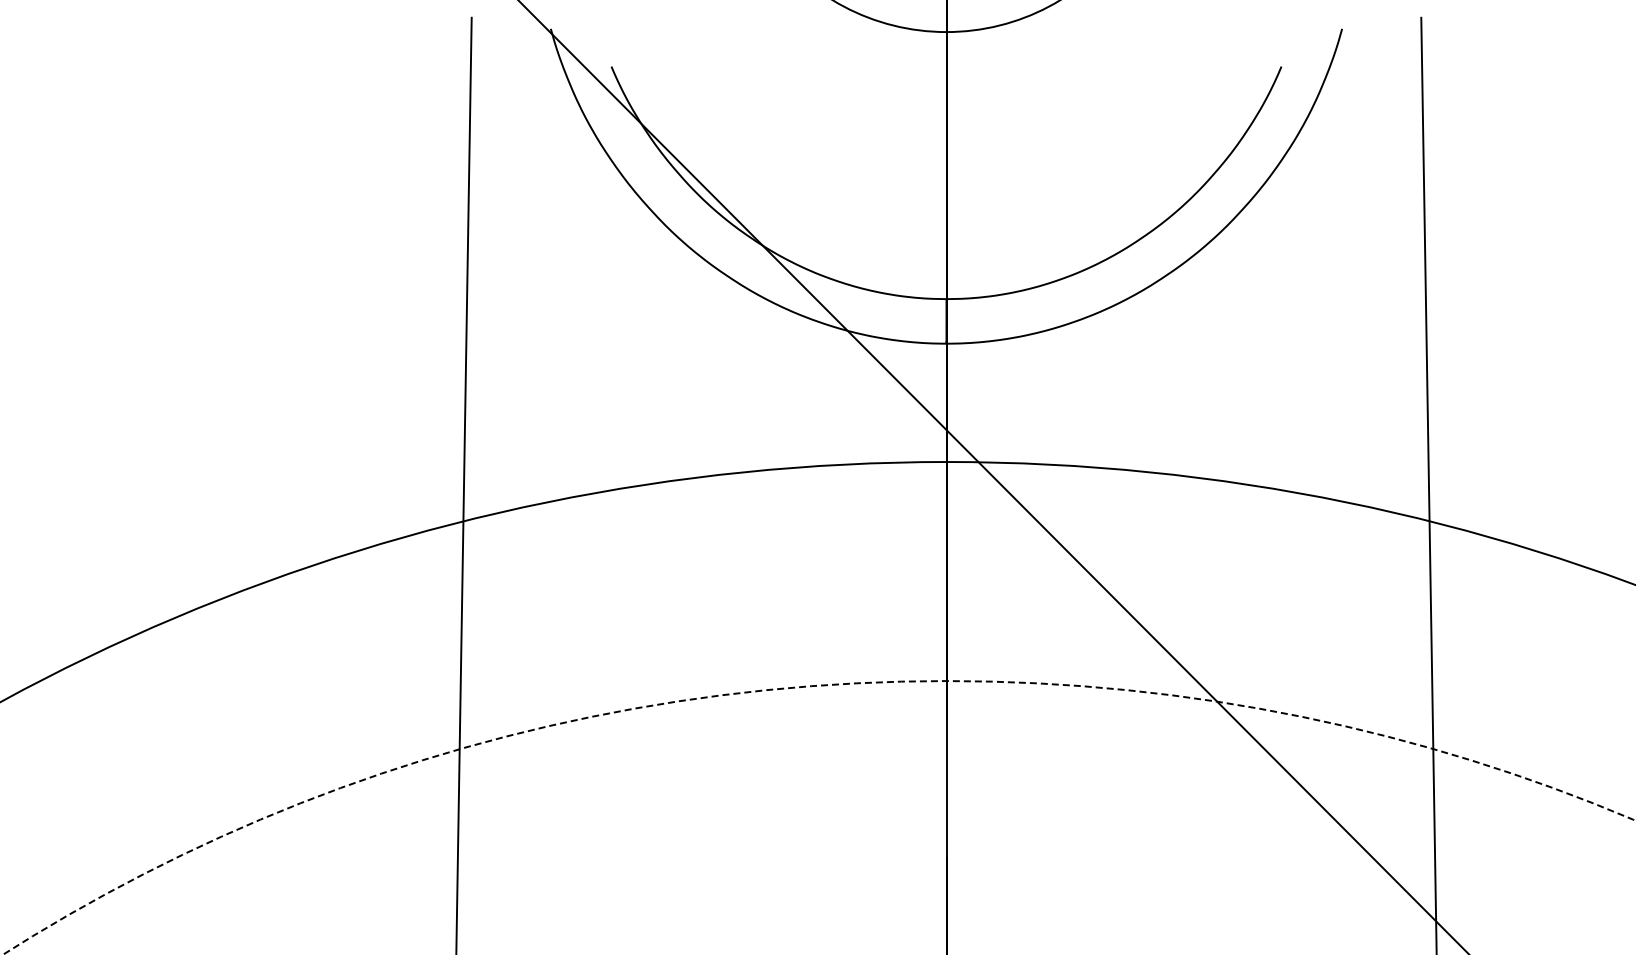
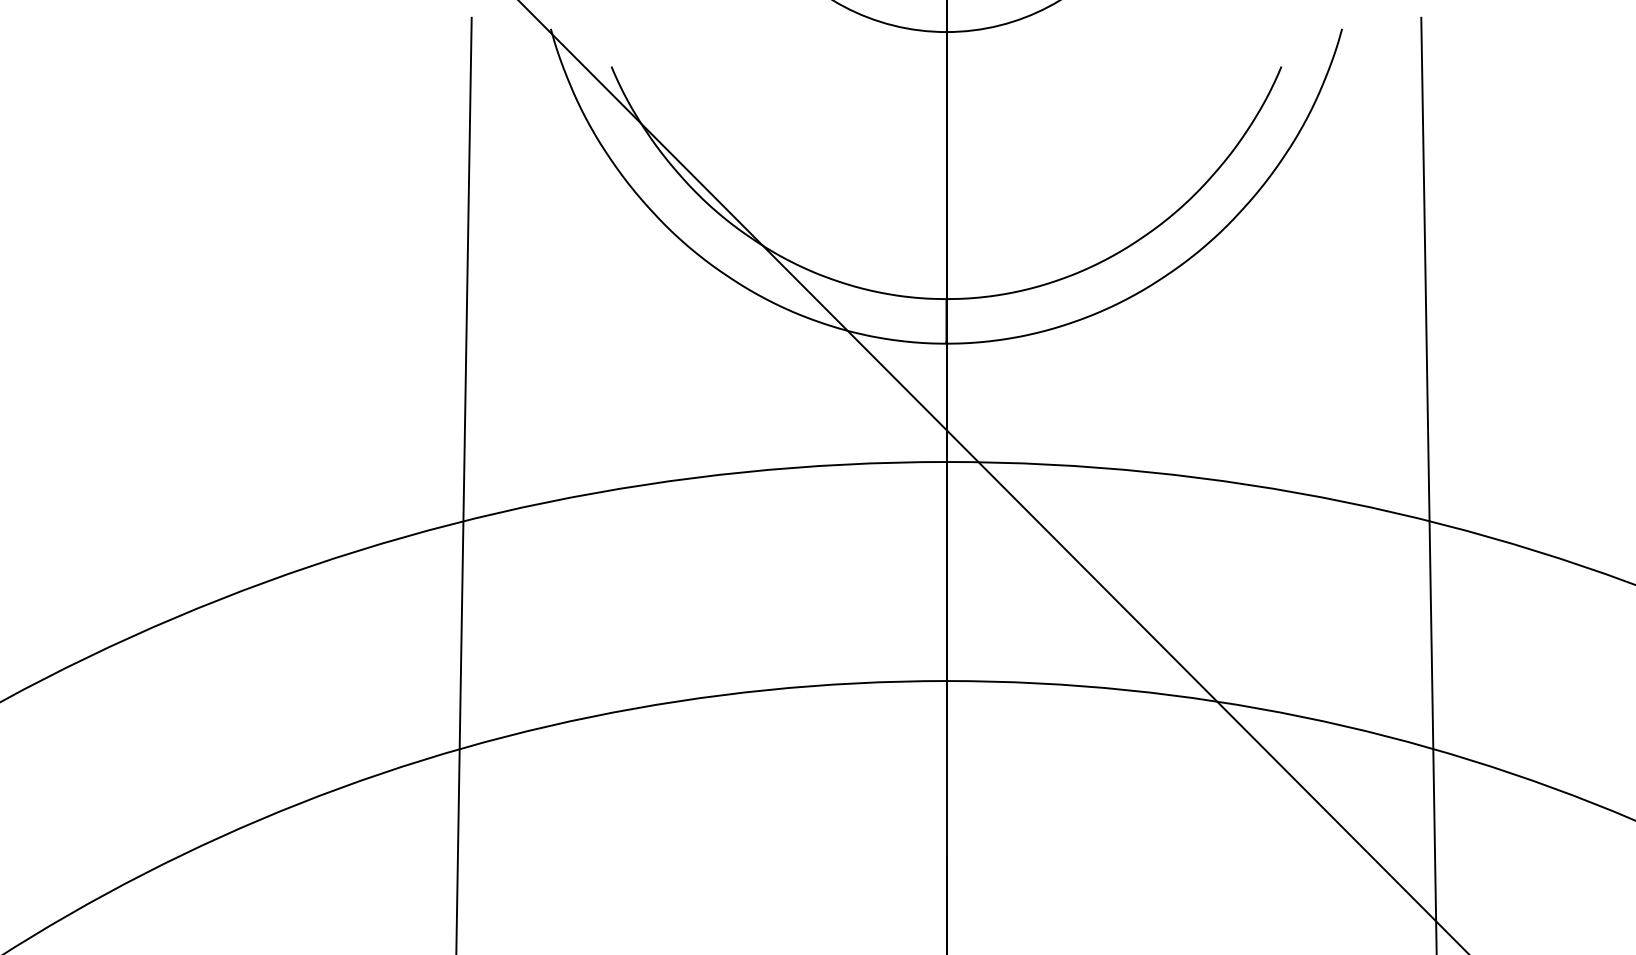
circle at (819, 817): dashed -> solid
